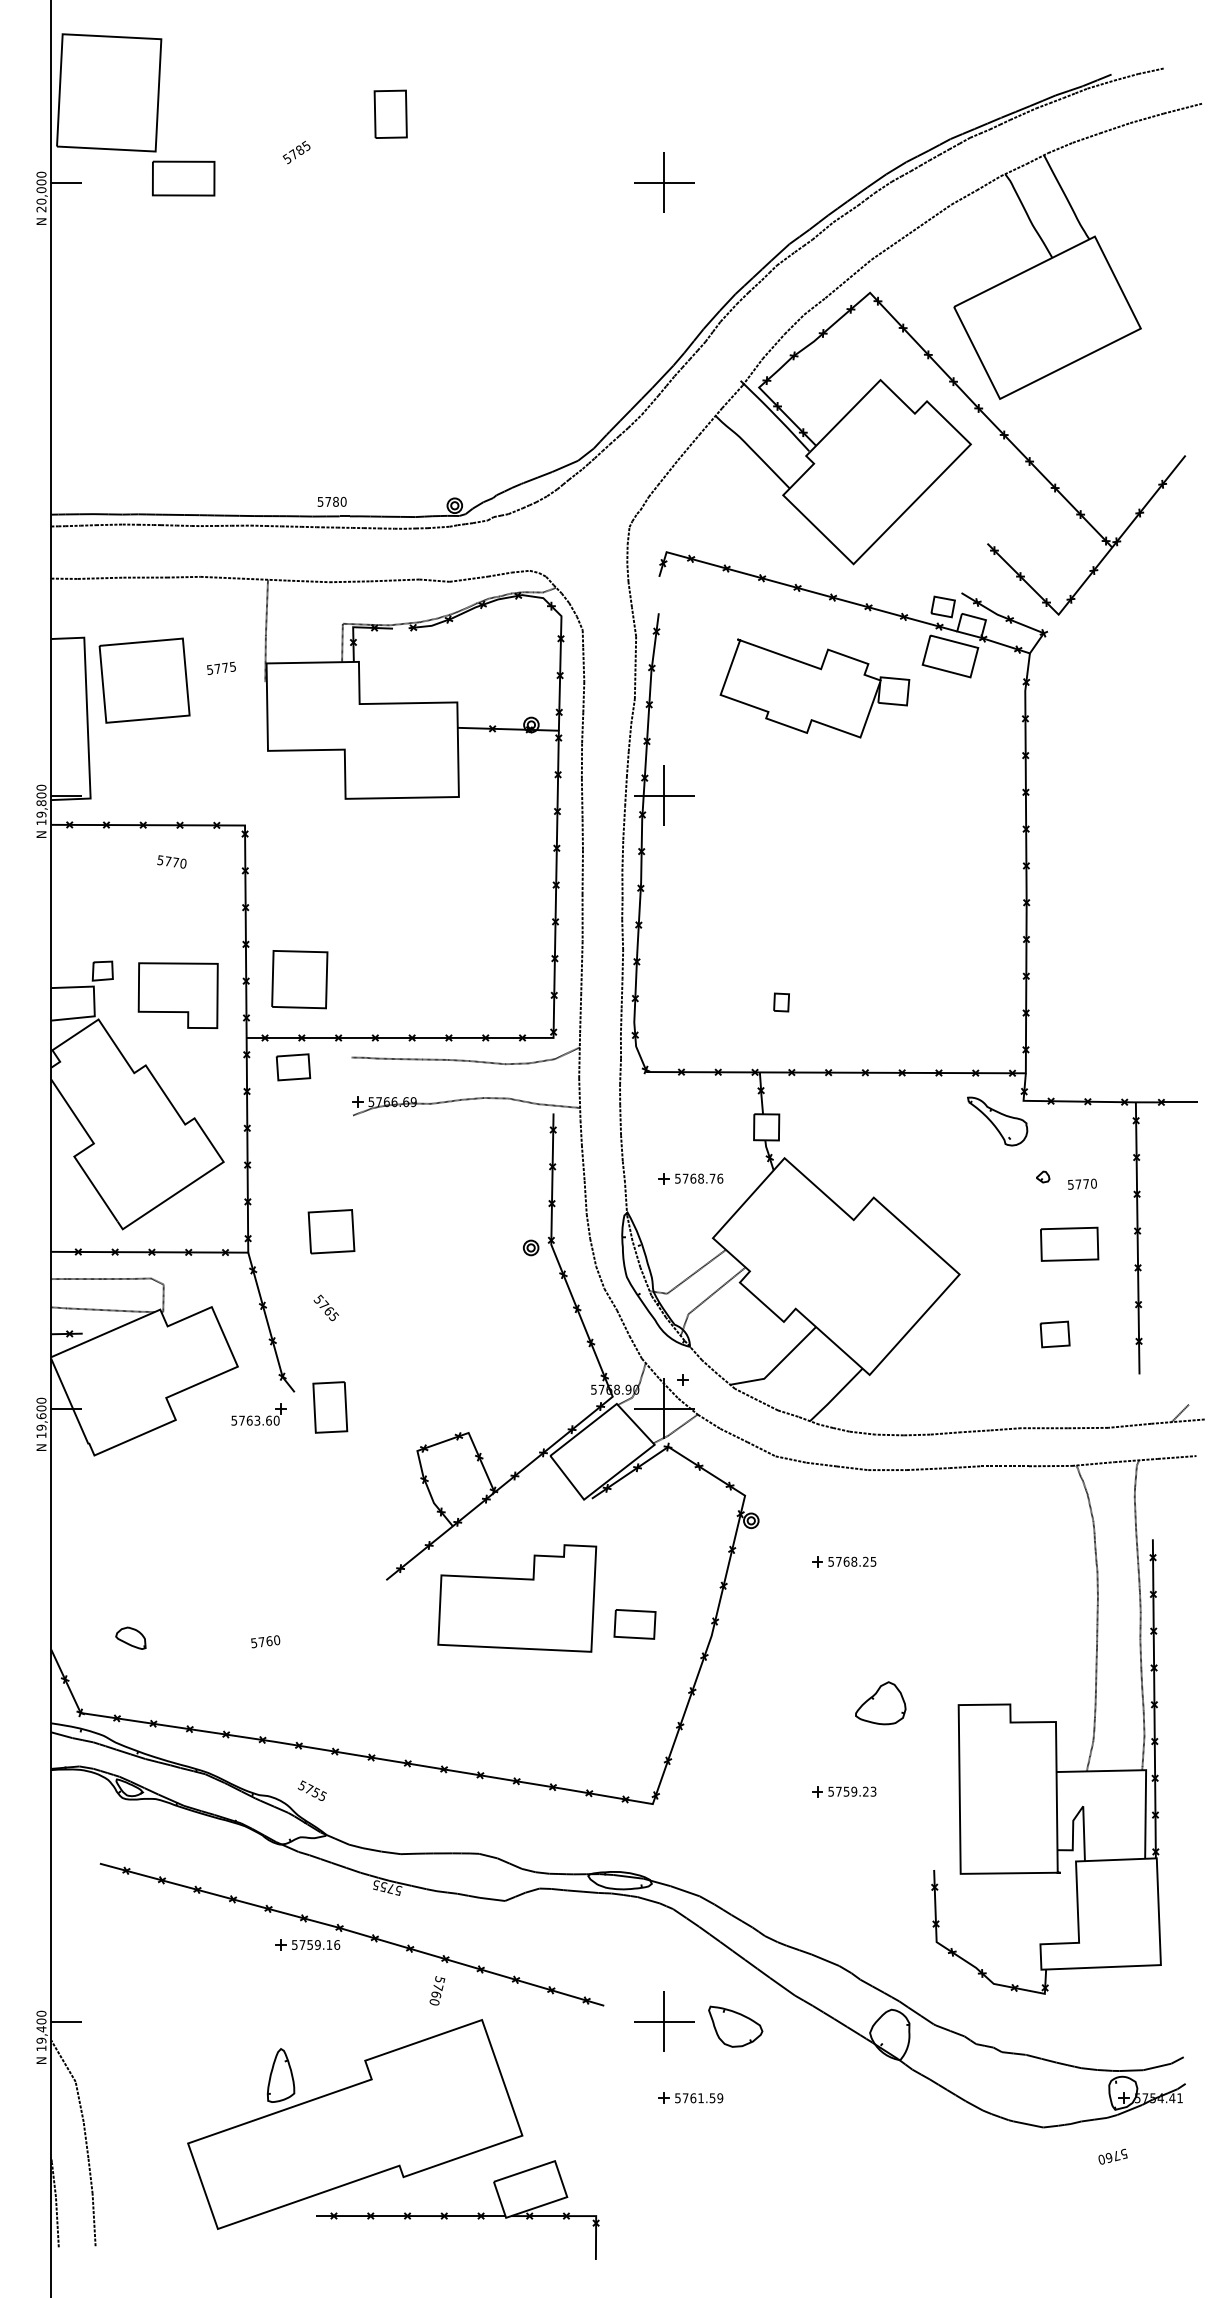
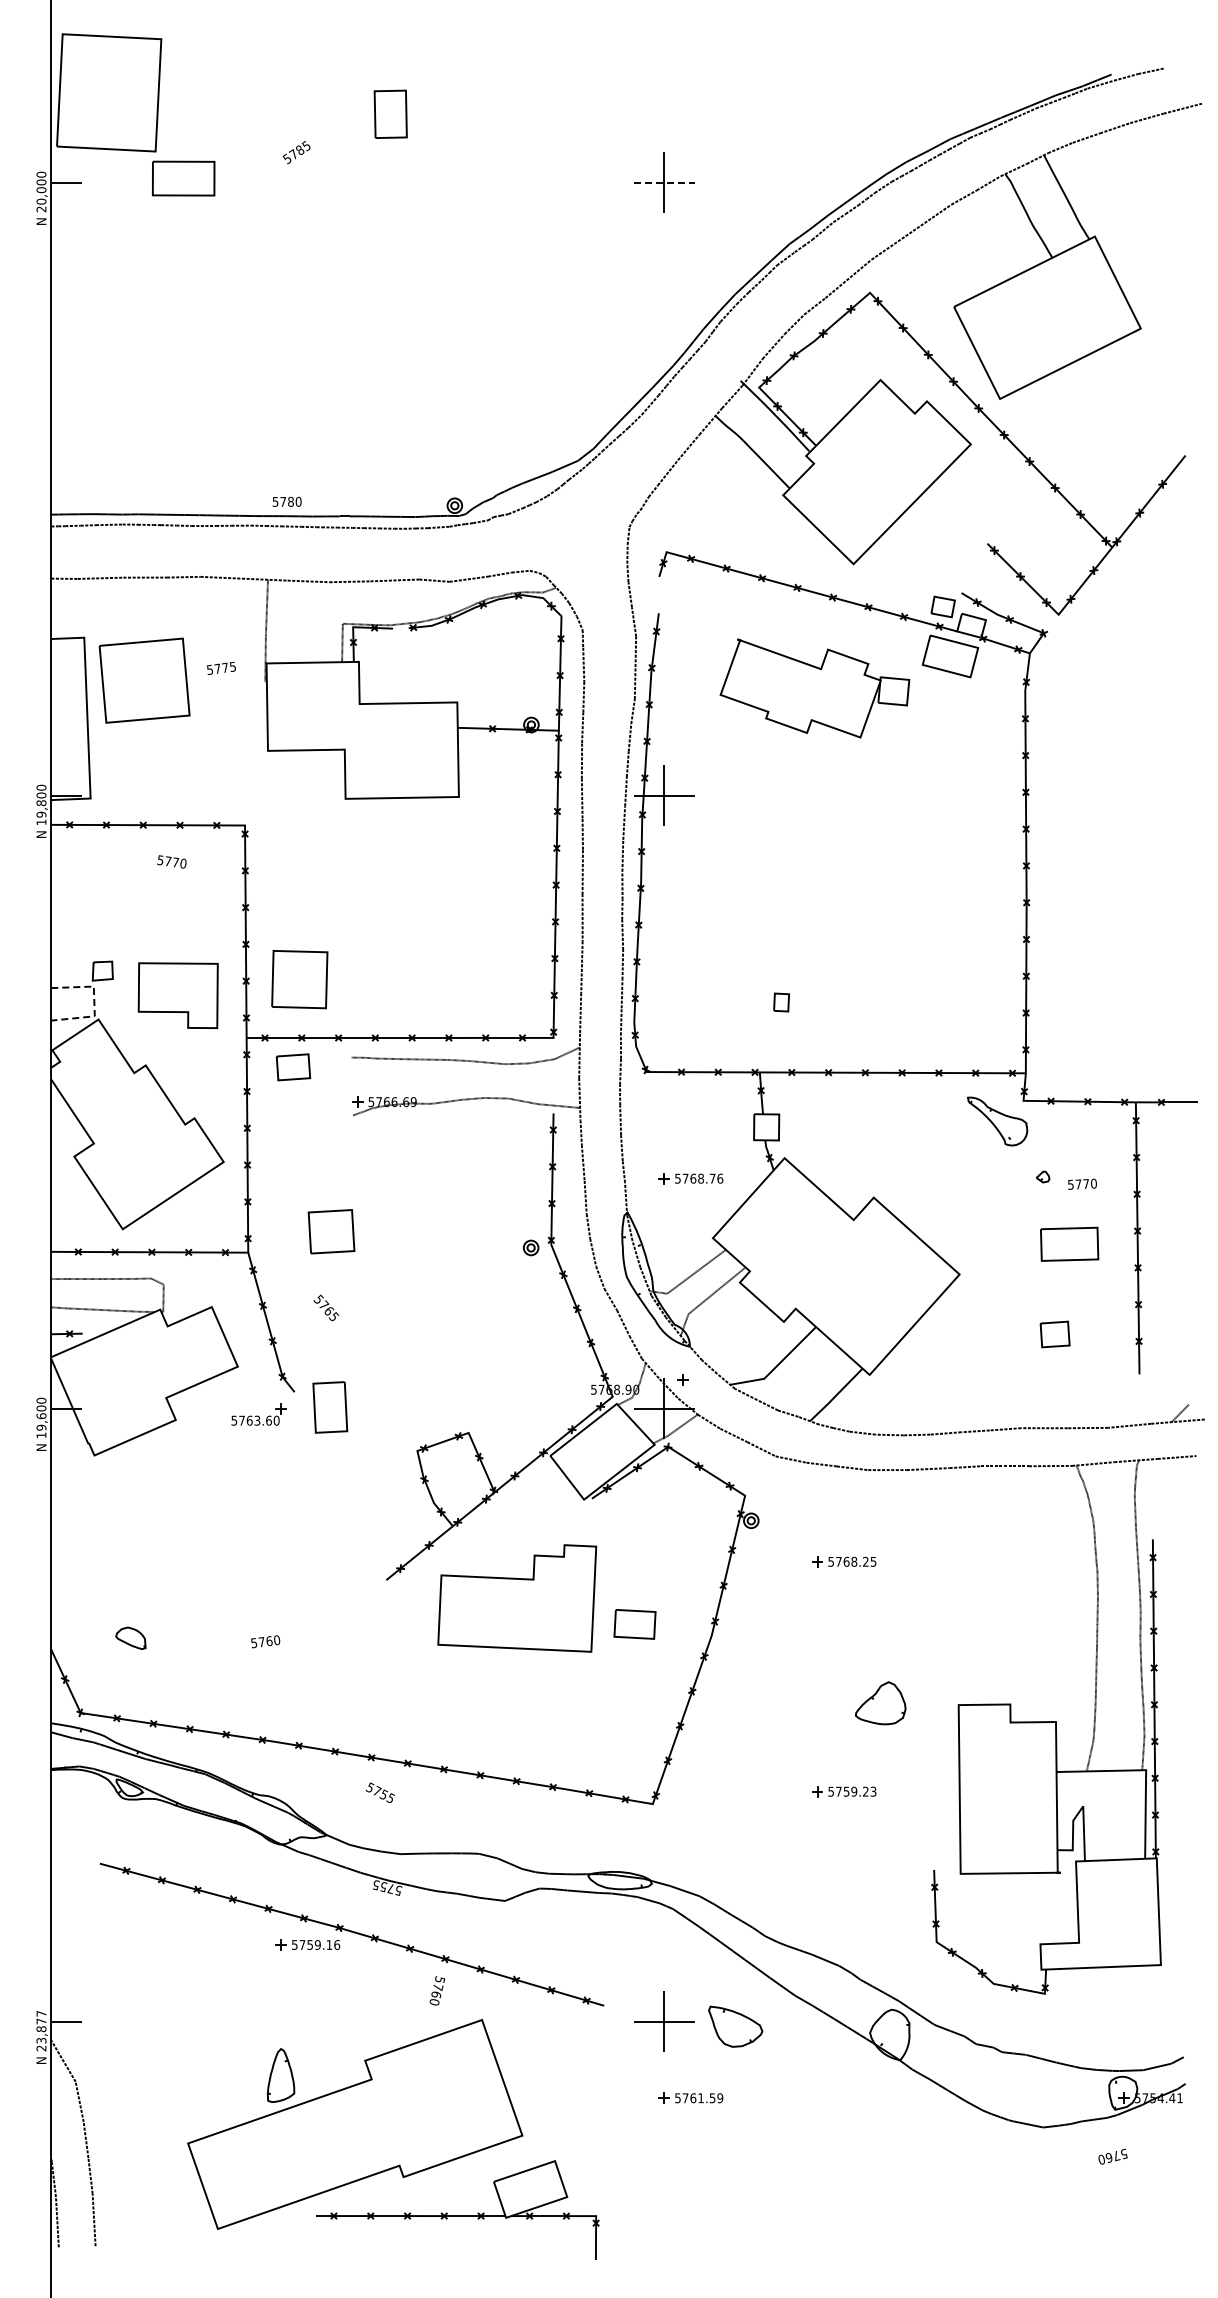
line at (664, 182): solid -> dashed
text at (331, 501) position: (331, 501) -> (286, 501)
line at (94, 1002): solid -> dashed
text at (311, 1790) position: (311, 1790) -> (379, 1792)
text at (41, 2030): 19,400 -> 23,877
